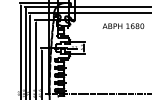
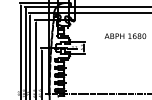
text at (123, 26) position: (123, 26) -> (125, 36)
